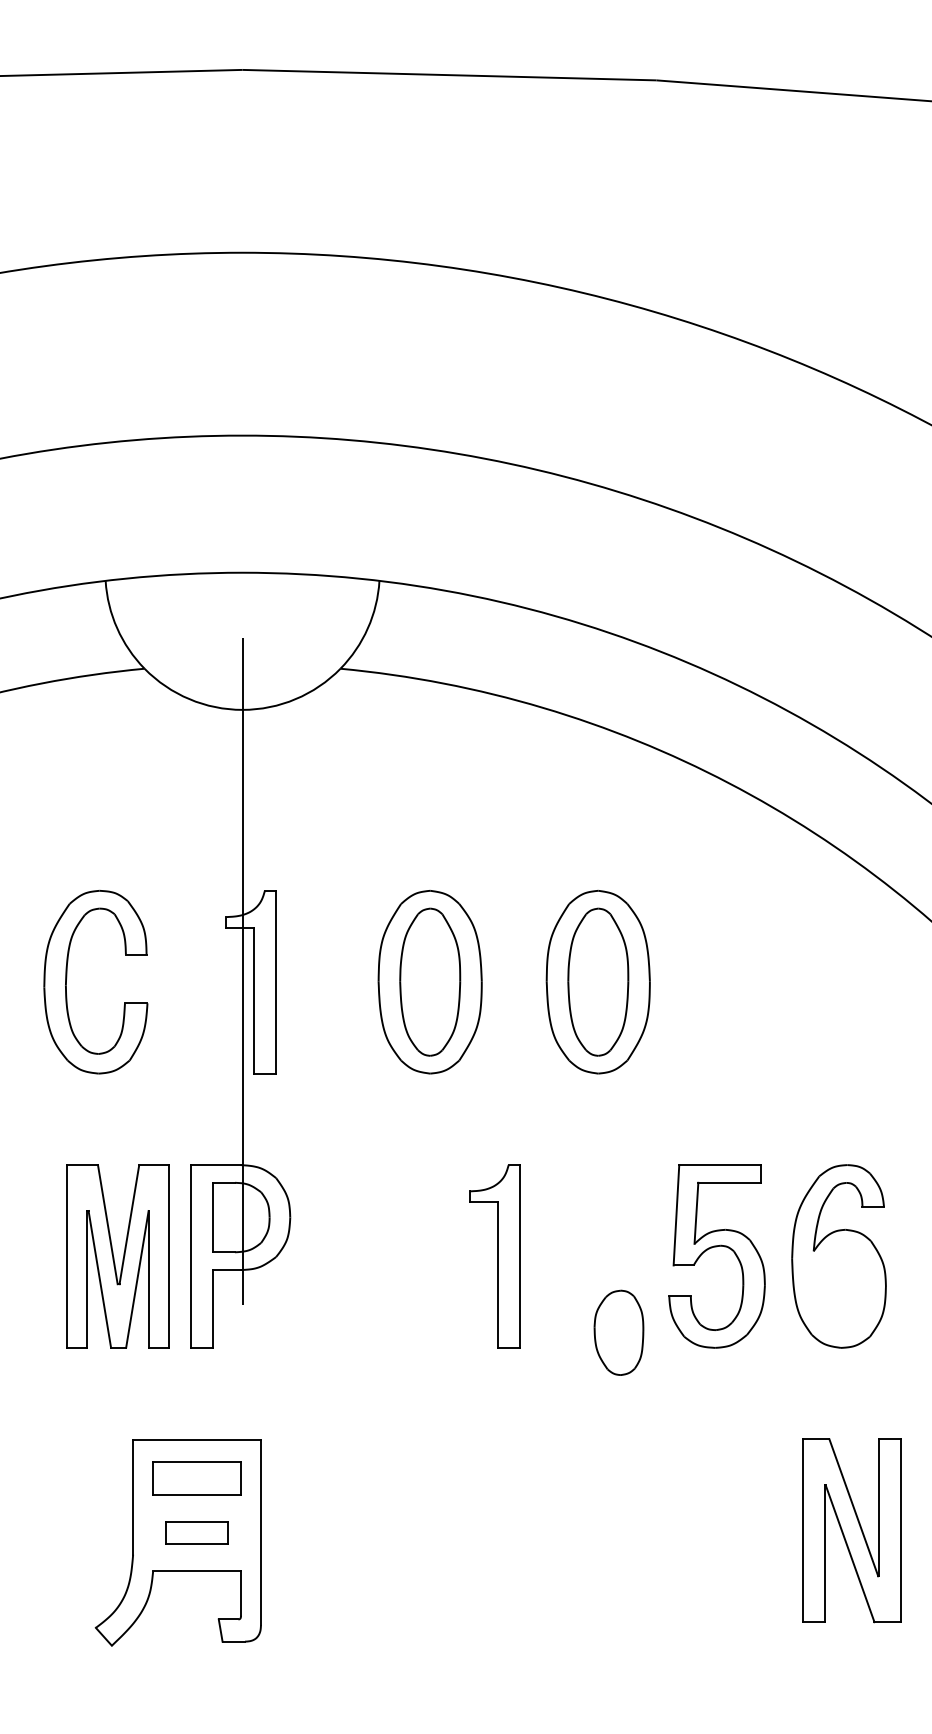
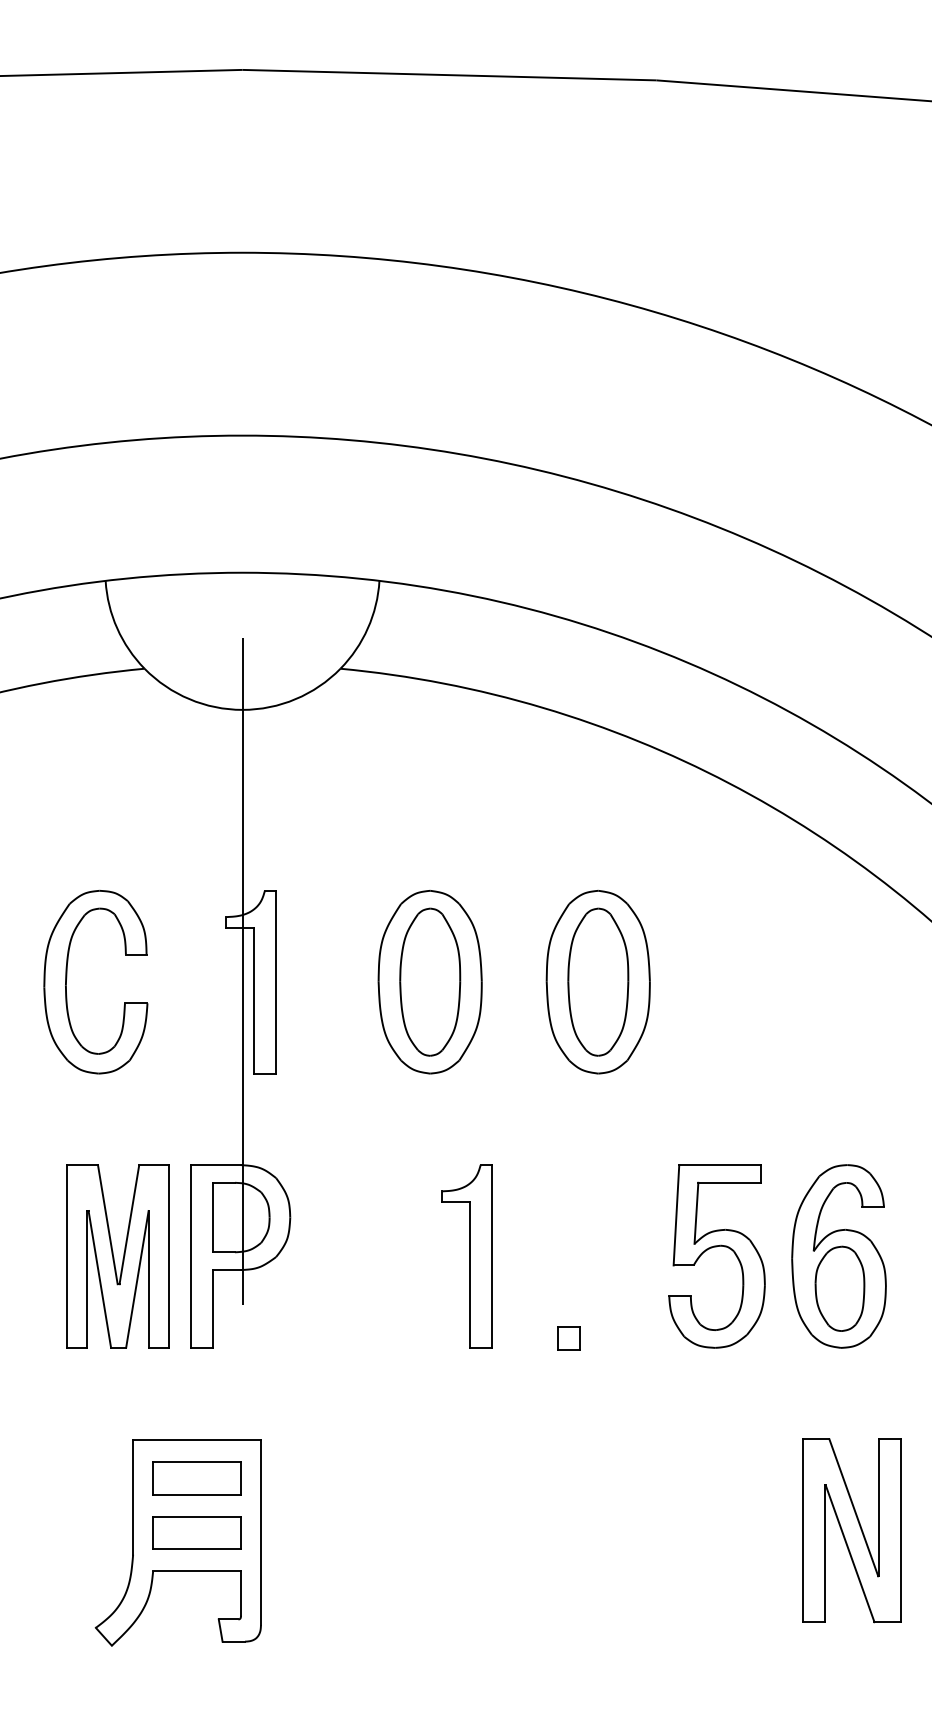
part at (494, 1256) position: (494, 1256) -> (466, 1256)
part at (618, 1332) position: (618, 1332) -> (839, 1288)
part at (568, 1338): none -> present
part at (196, 1532) size: 64x24 px -> 90x34 px
